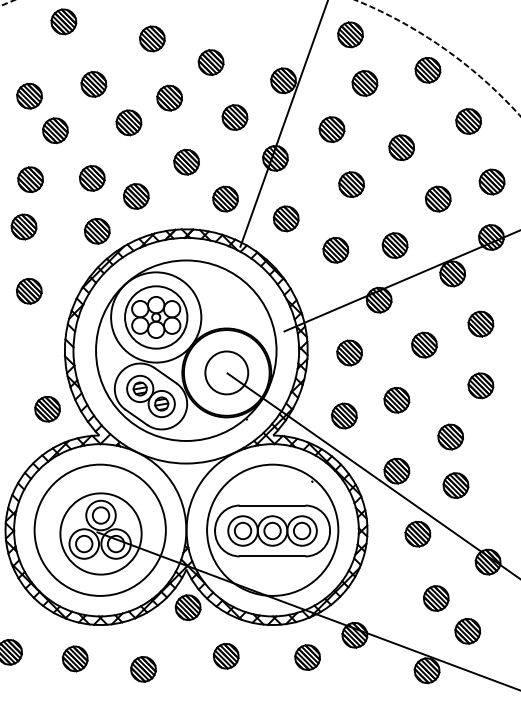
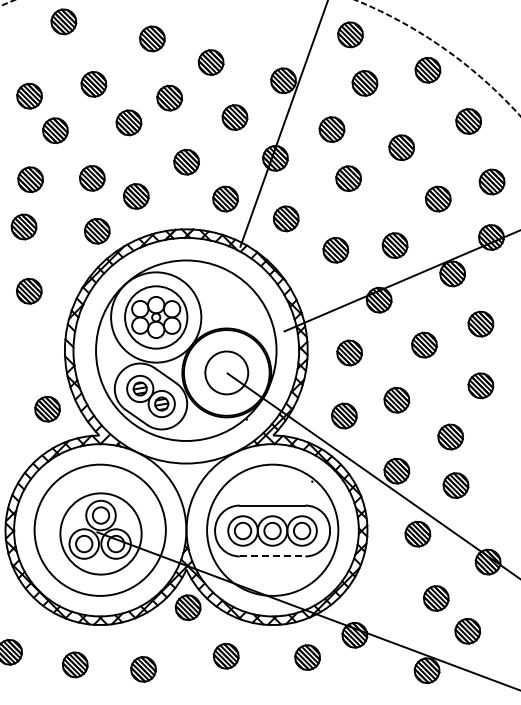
part at (351, 184) position: (351, 184) -> (348, 178)
line at (272, 556): solid -> dashed
part at (74, 658) position: (74, 658) -> (74, 664)
